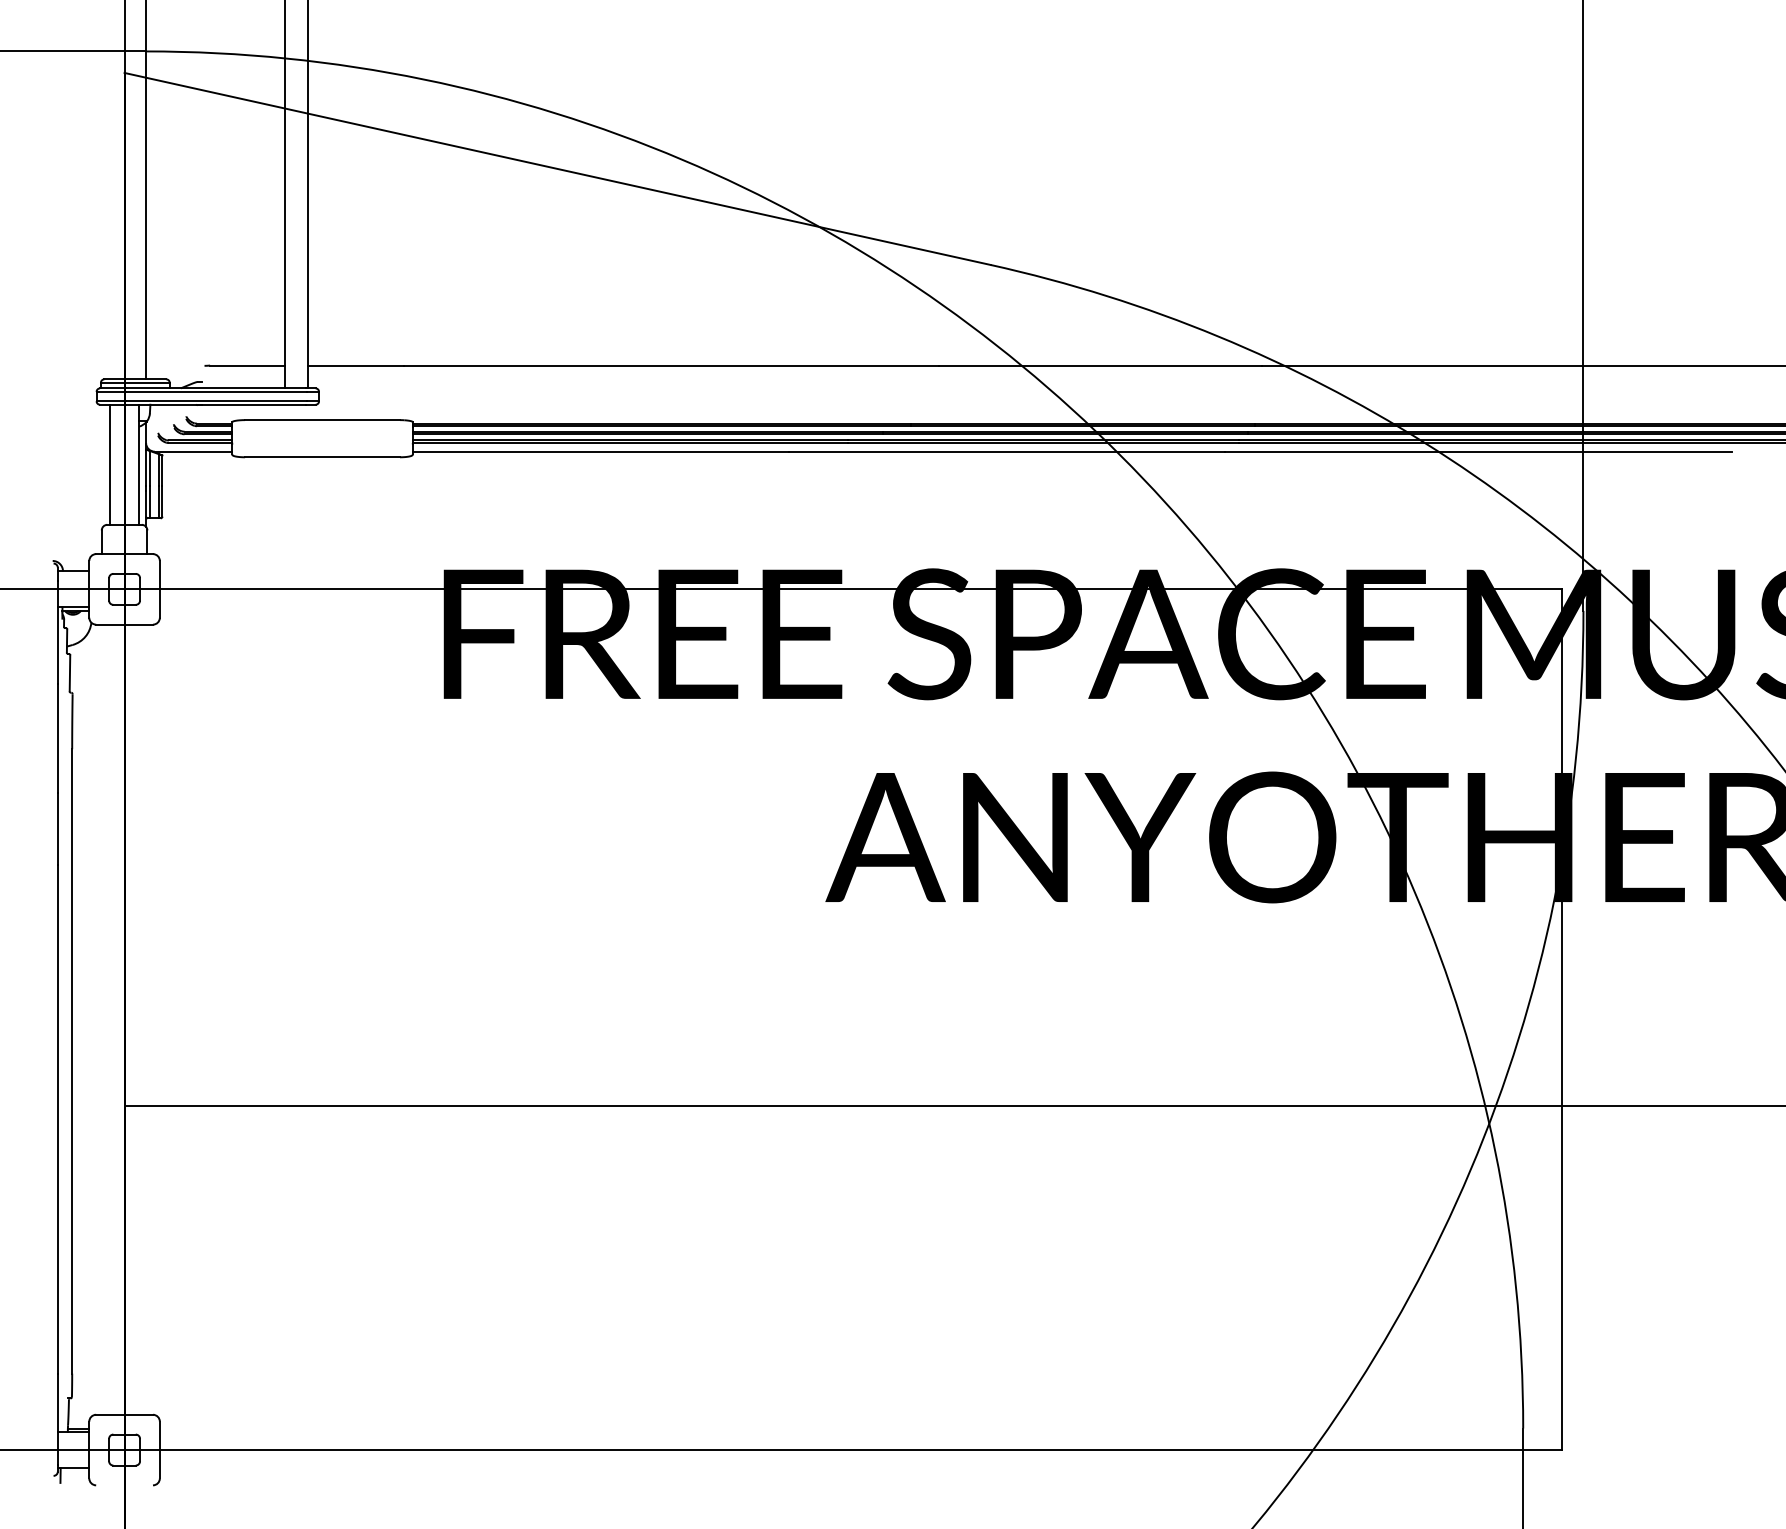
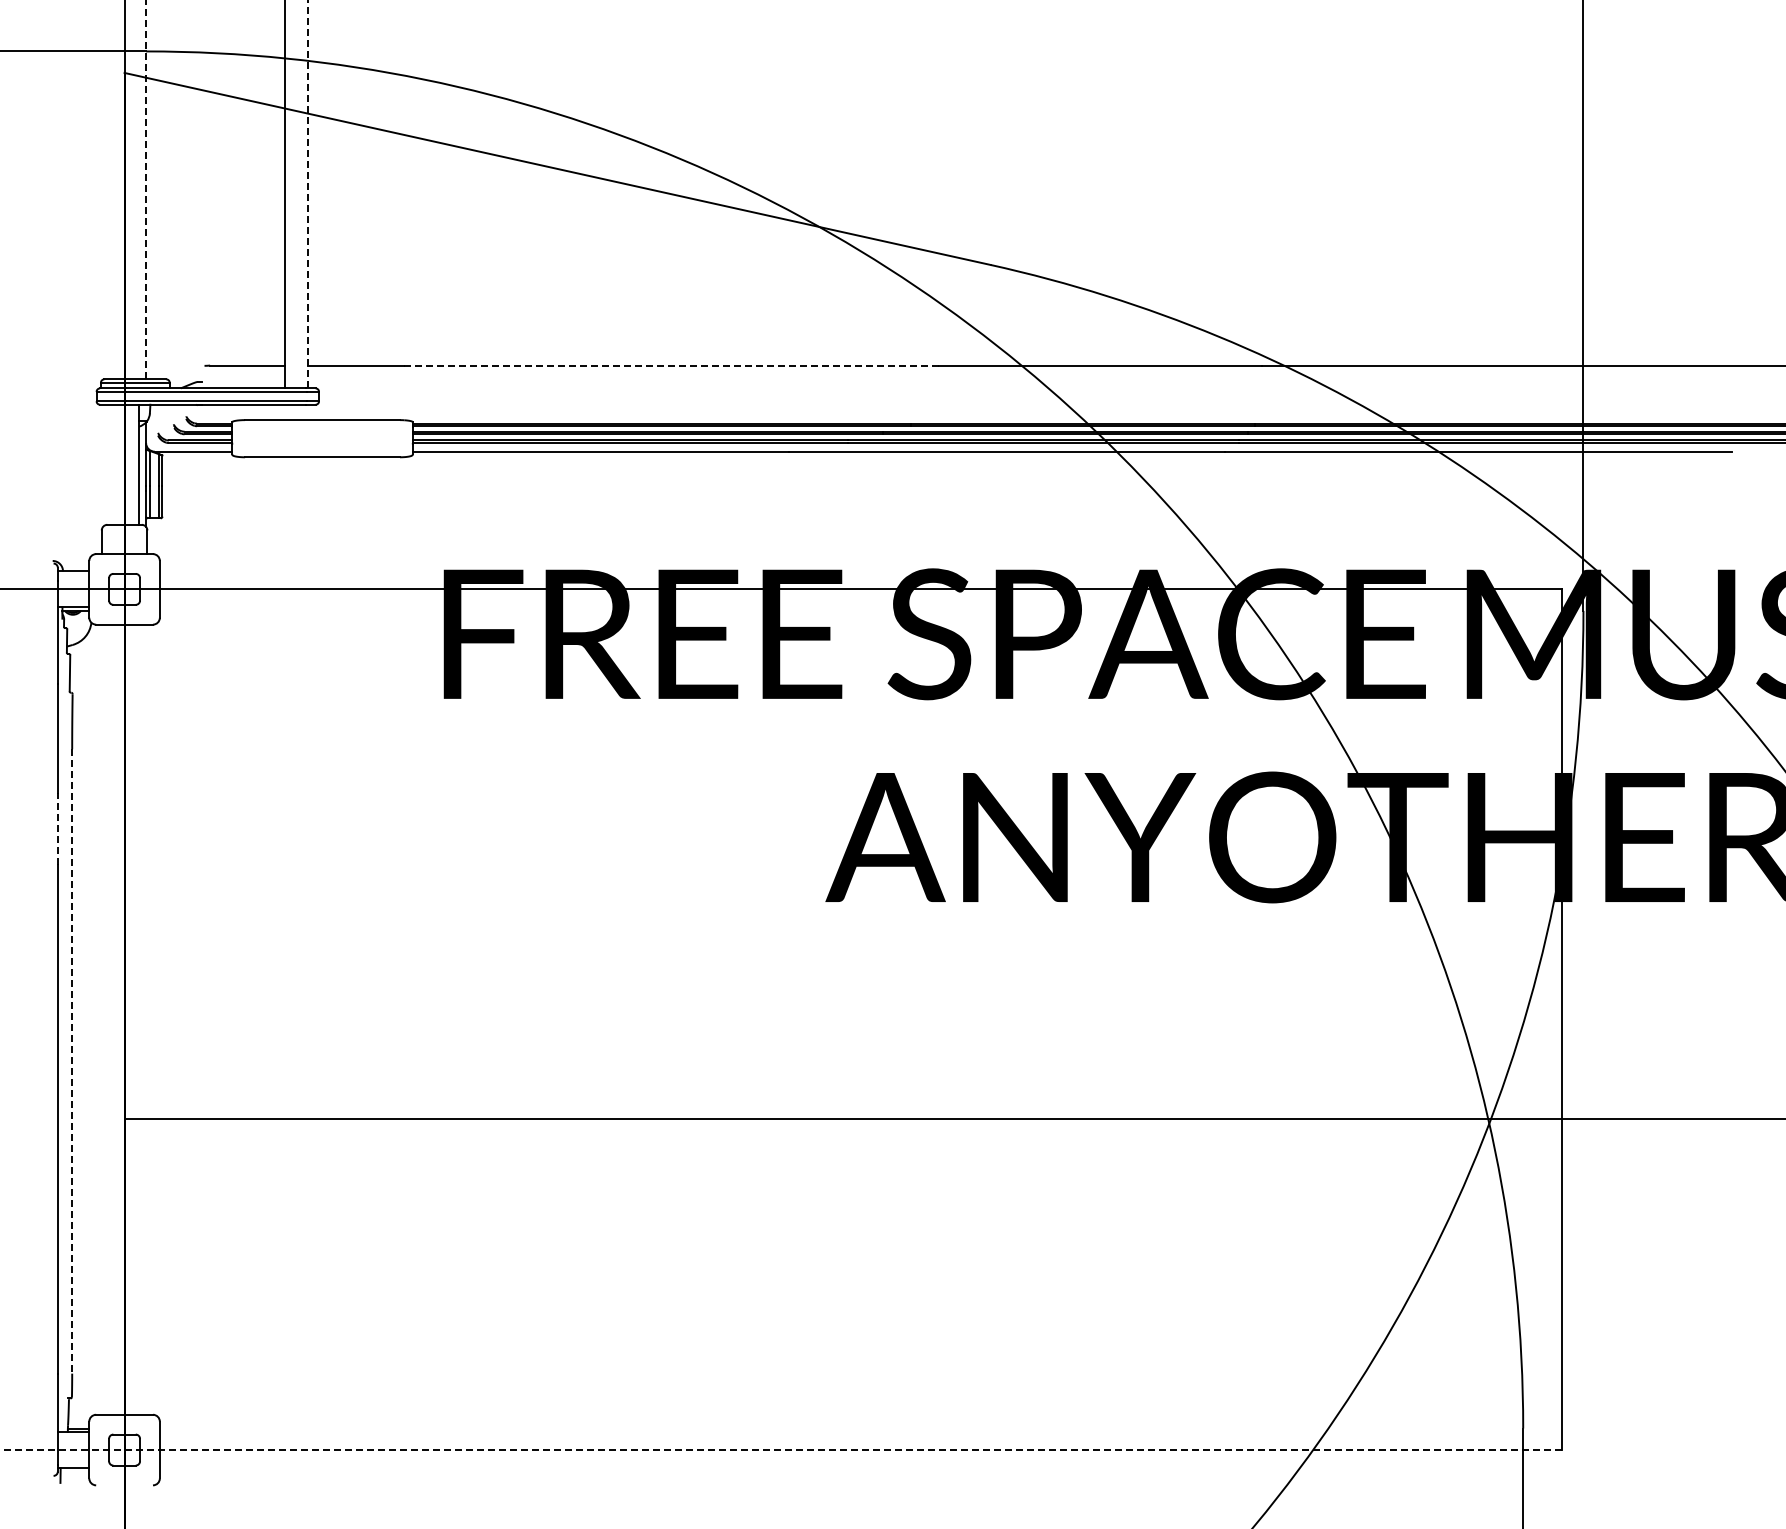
line at (146, 189): solid -> dashed
line at (308, 194): solid -> dashed
line at (671, 365): solid -> dashed
line at (110, 464): present -> none
line at (57, 828): solid -> dashed
line at (72, 1061): solid -> dashed
line at (953, 1105) position: (953, 1105) -> (953, 1118)
line at (781, 1450): solid -> dashed
